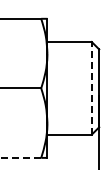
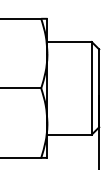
line at (91, 87): dashed -> solid
line at (20, 157): dashed -> solid
